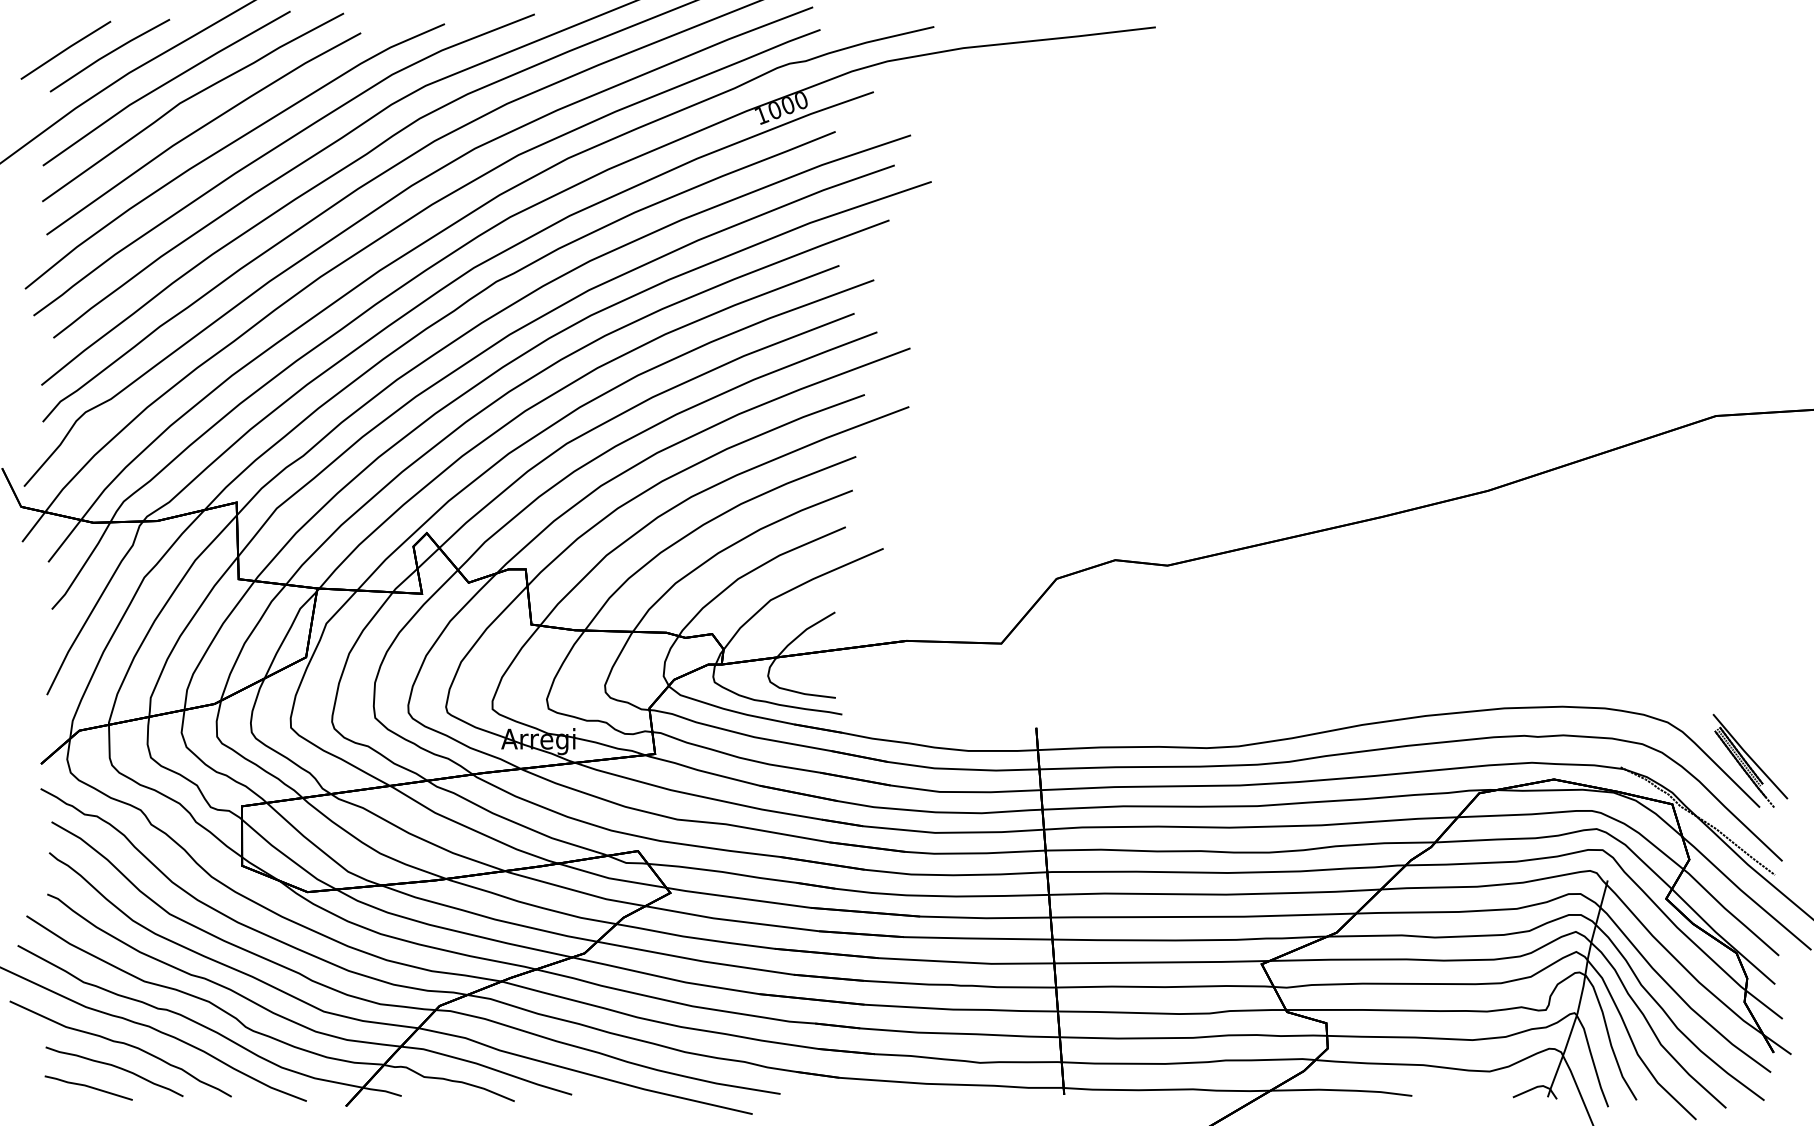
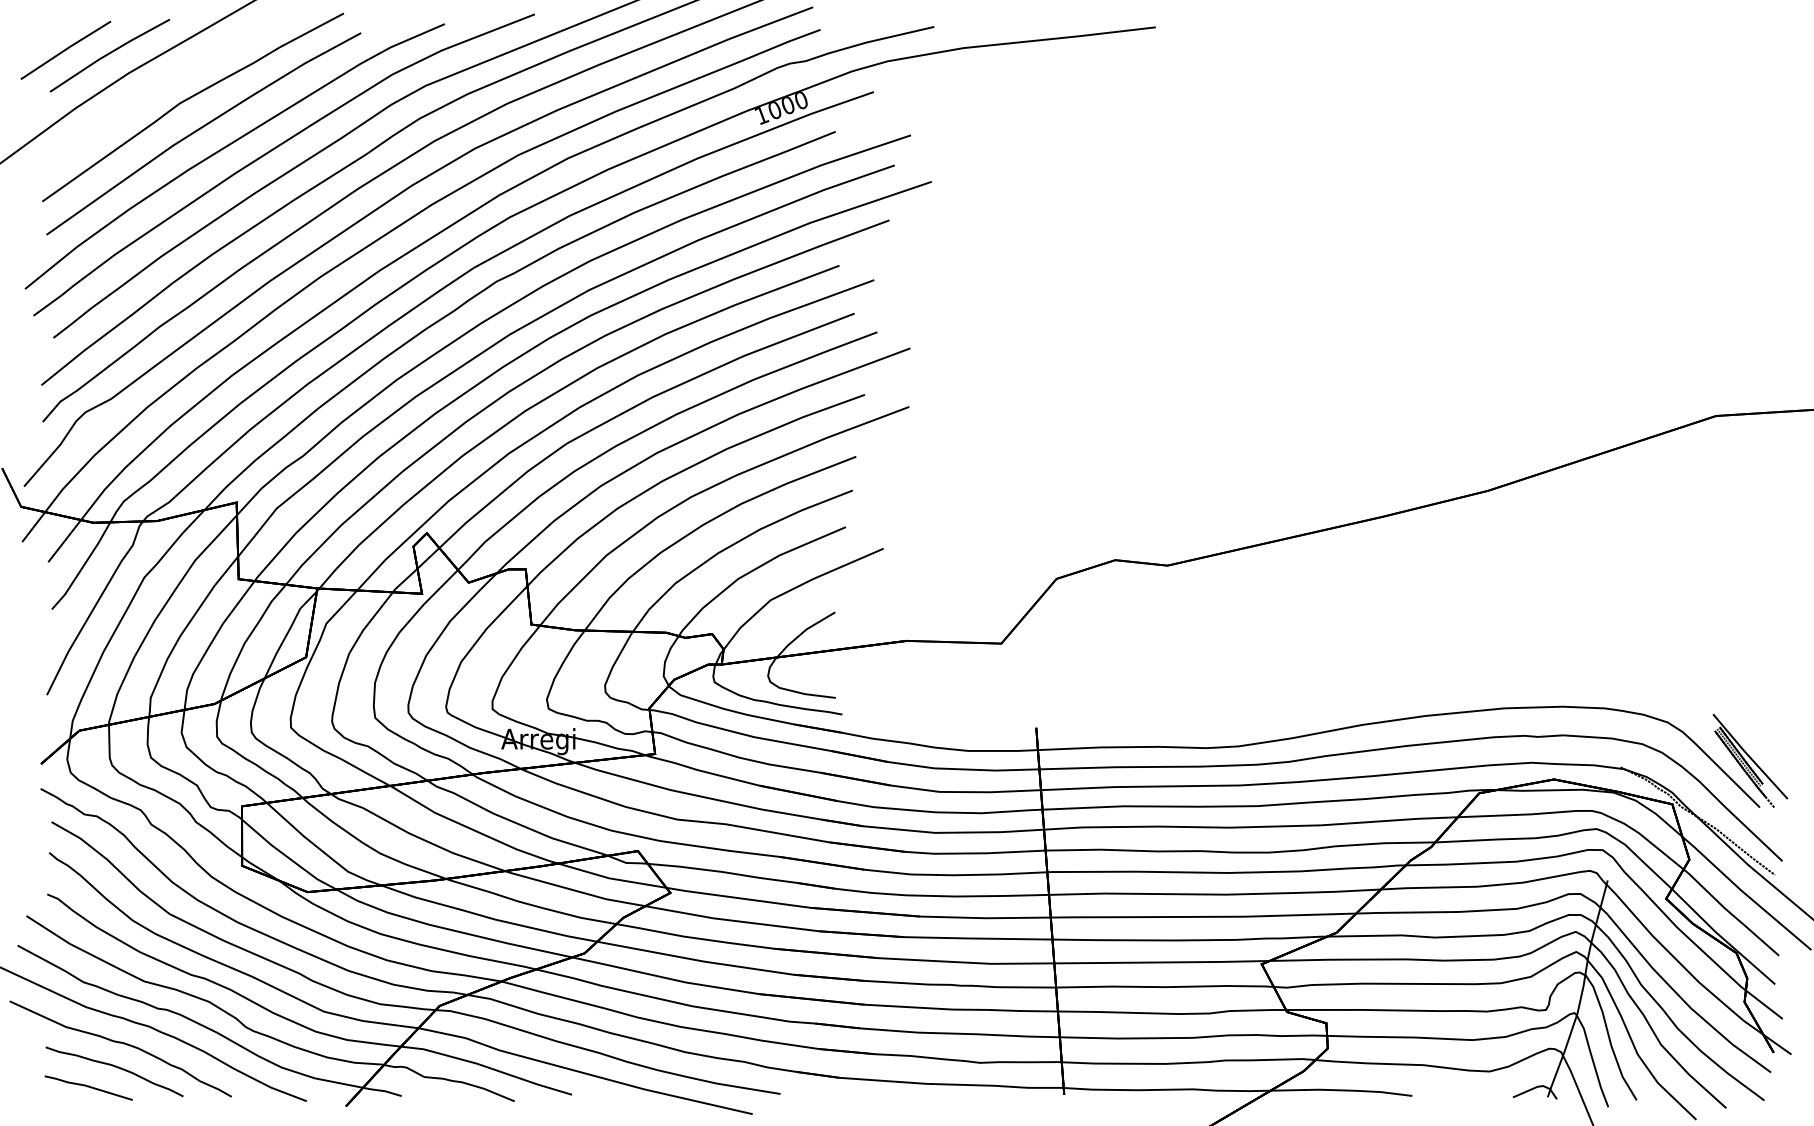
part at (166, 88): present -> none
